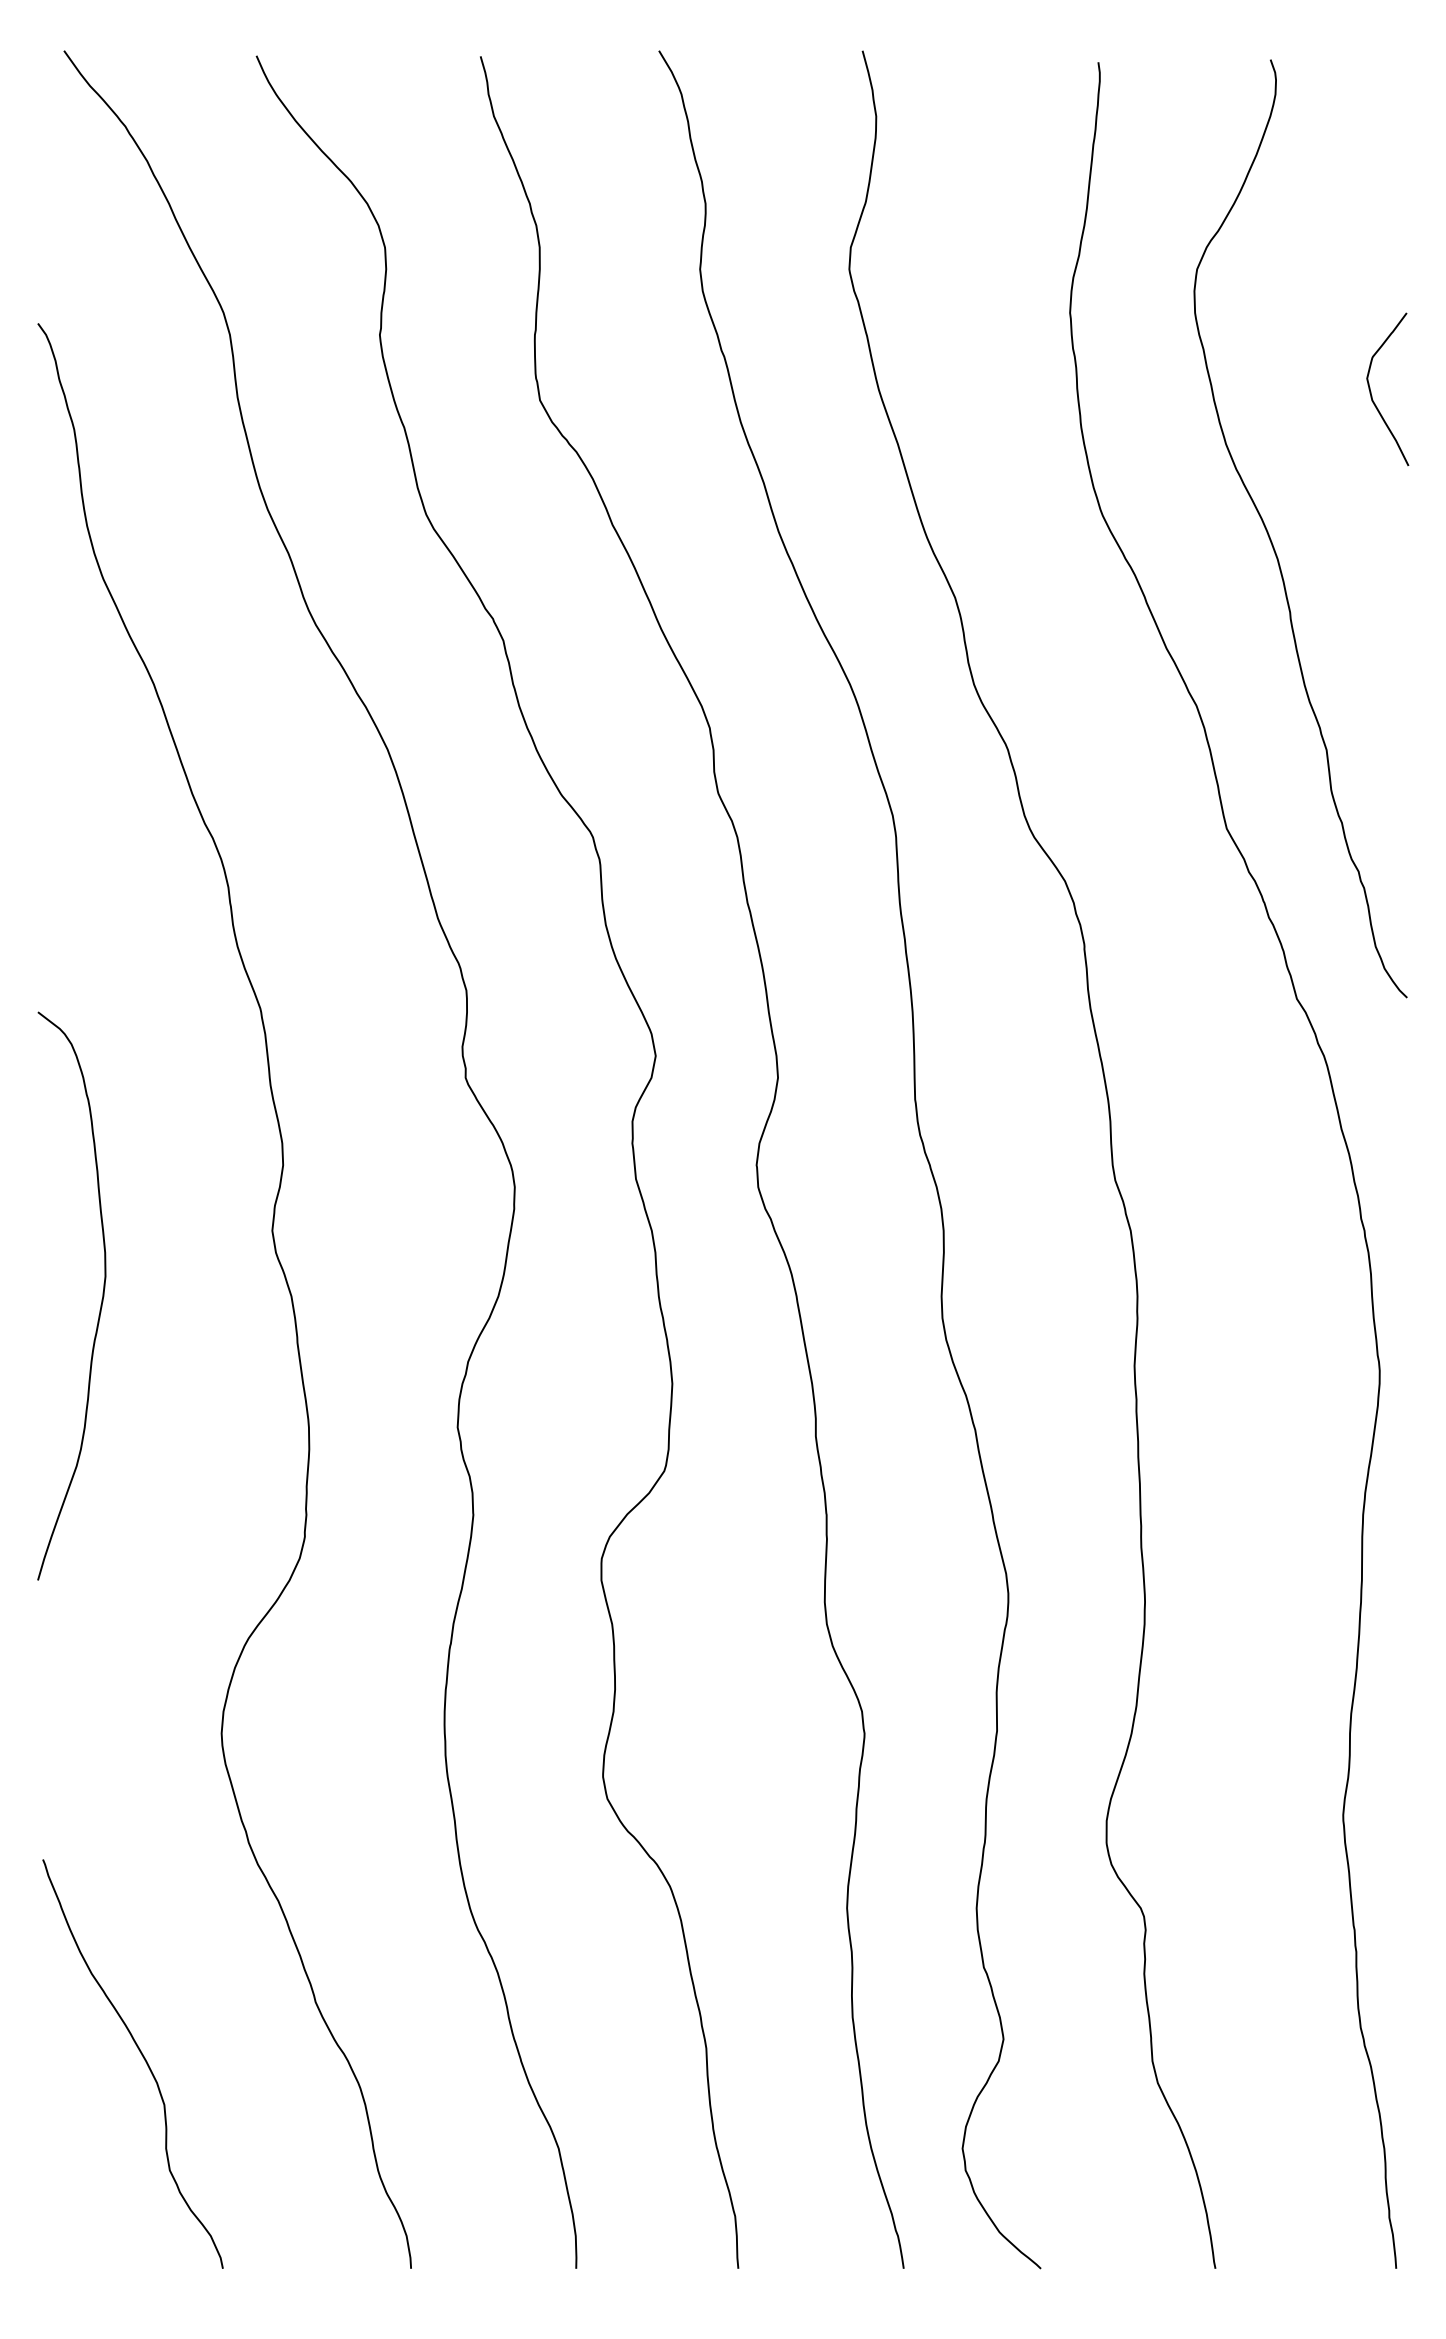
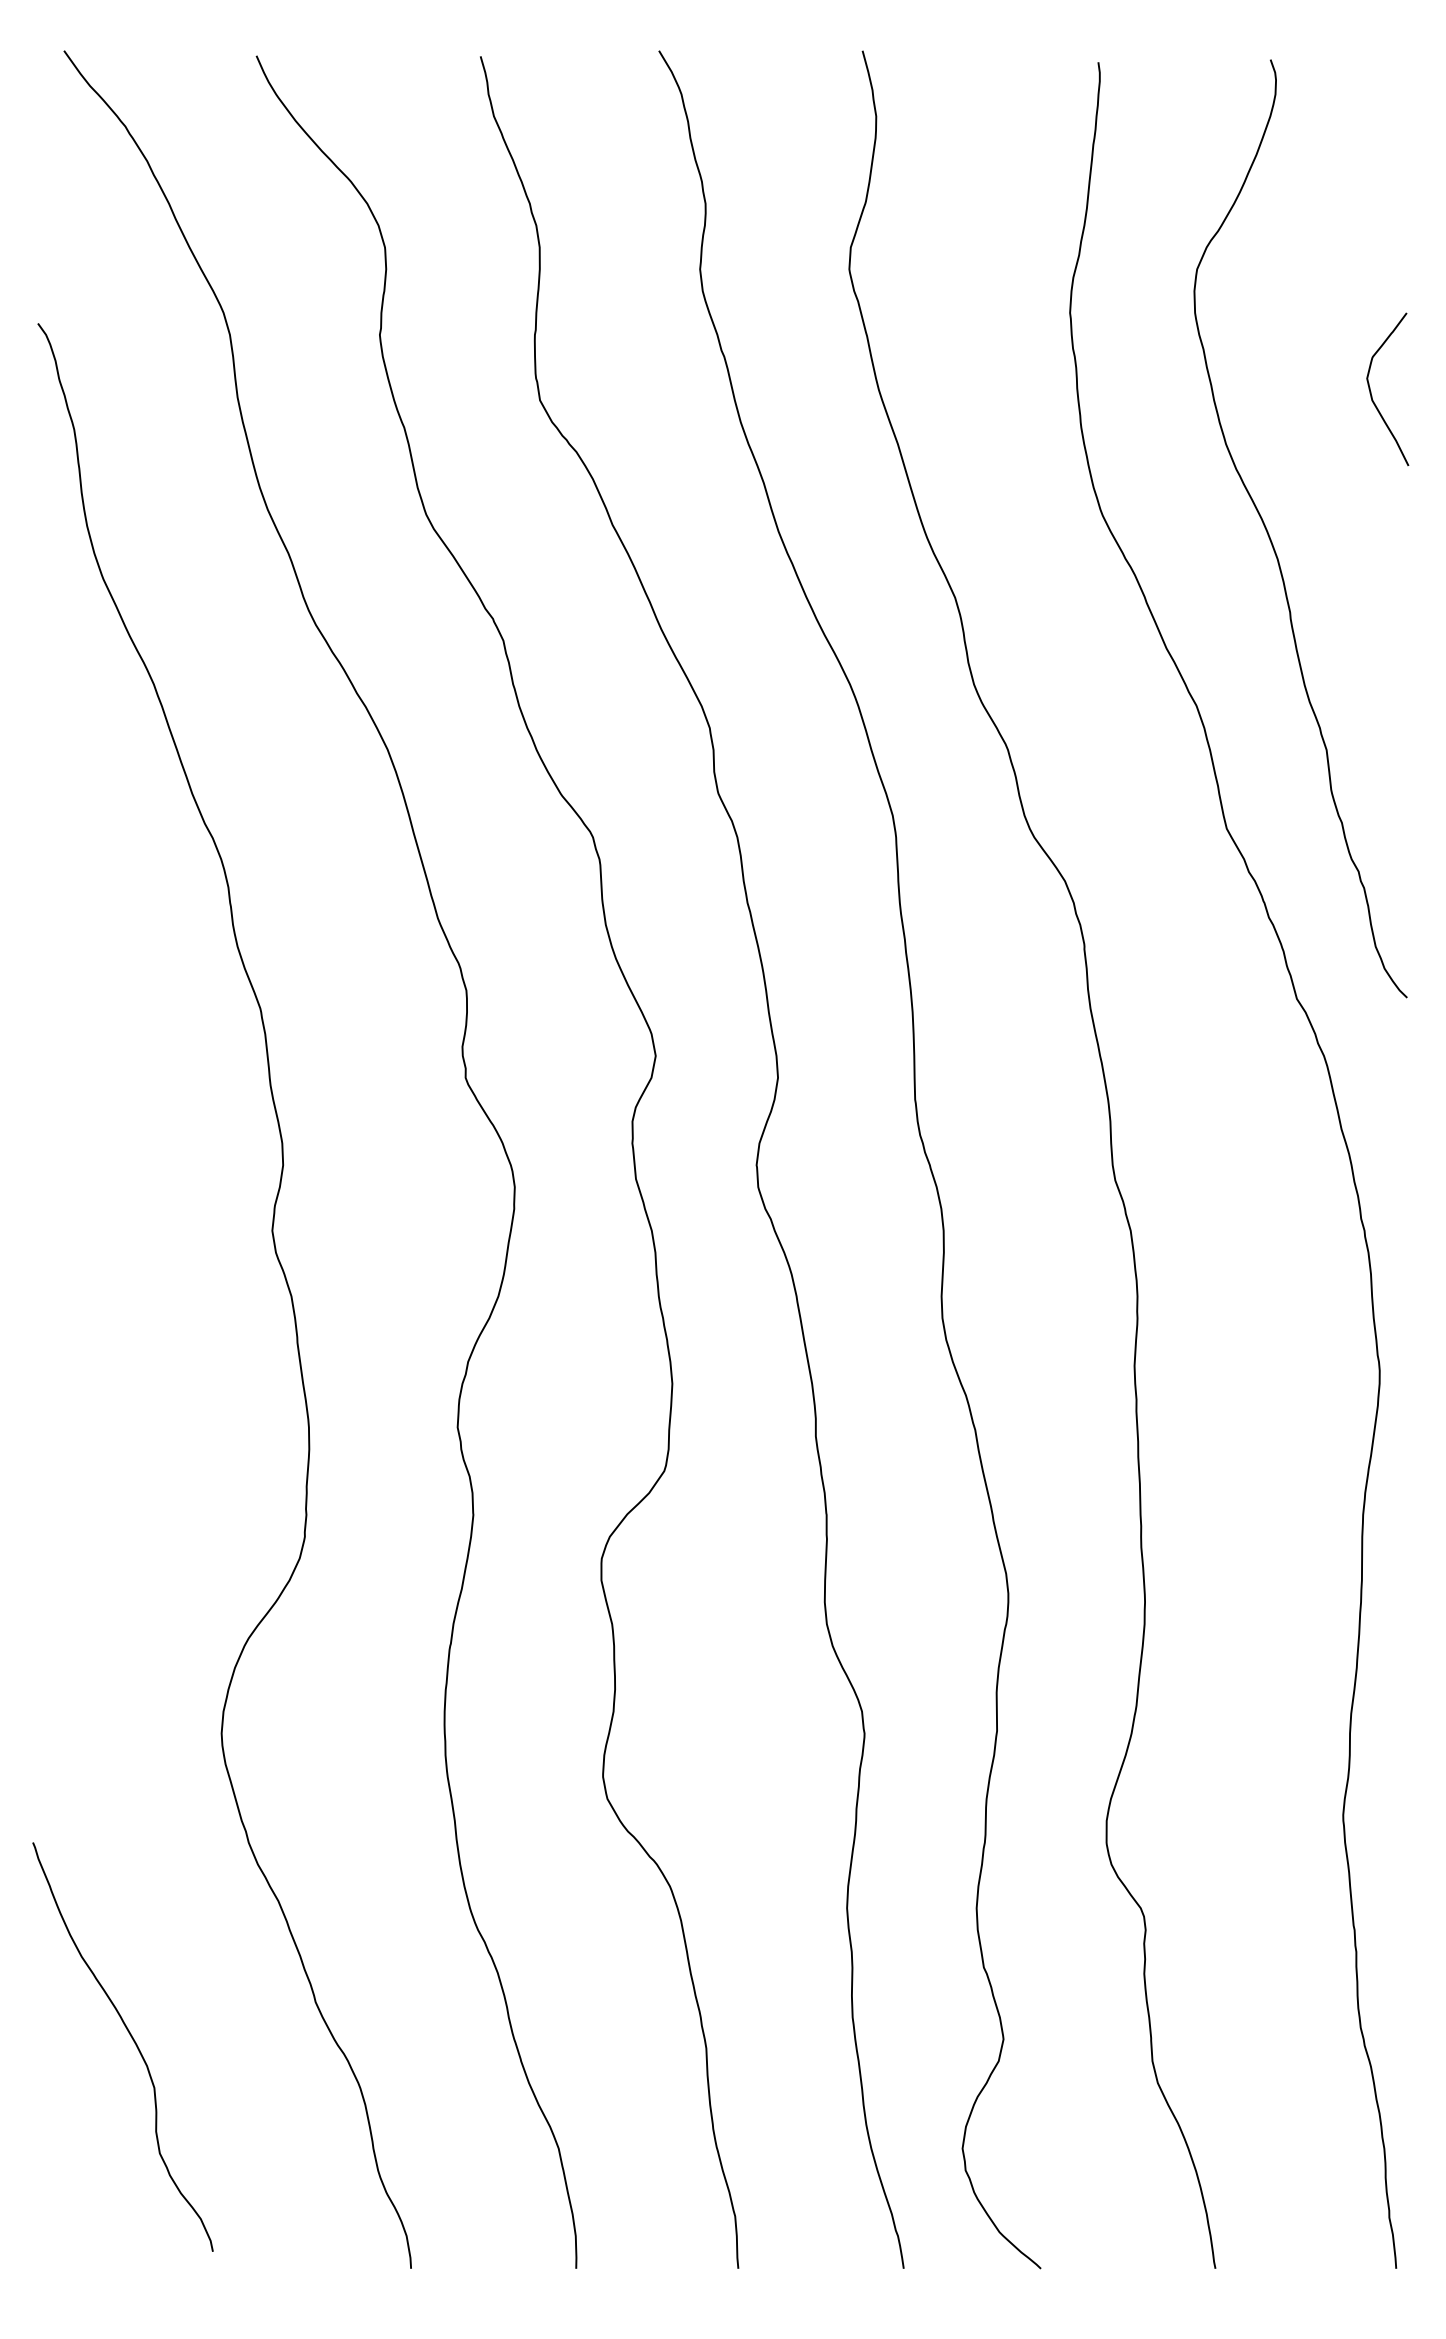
curve at (101, 1299): present -> none
curve at (142, 2057) position: (142, 2057) -> (132, 2040)
